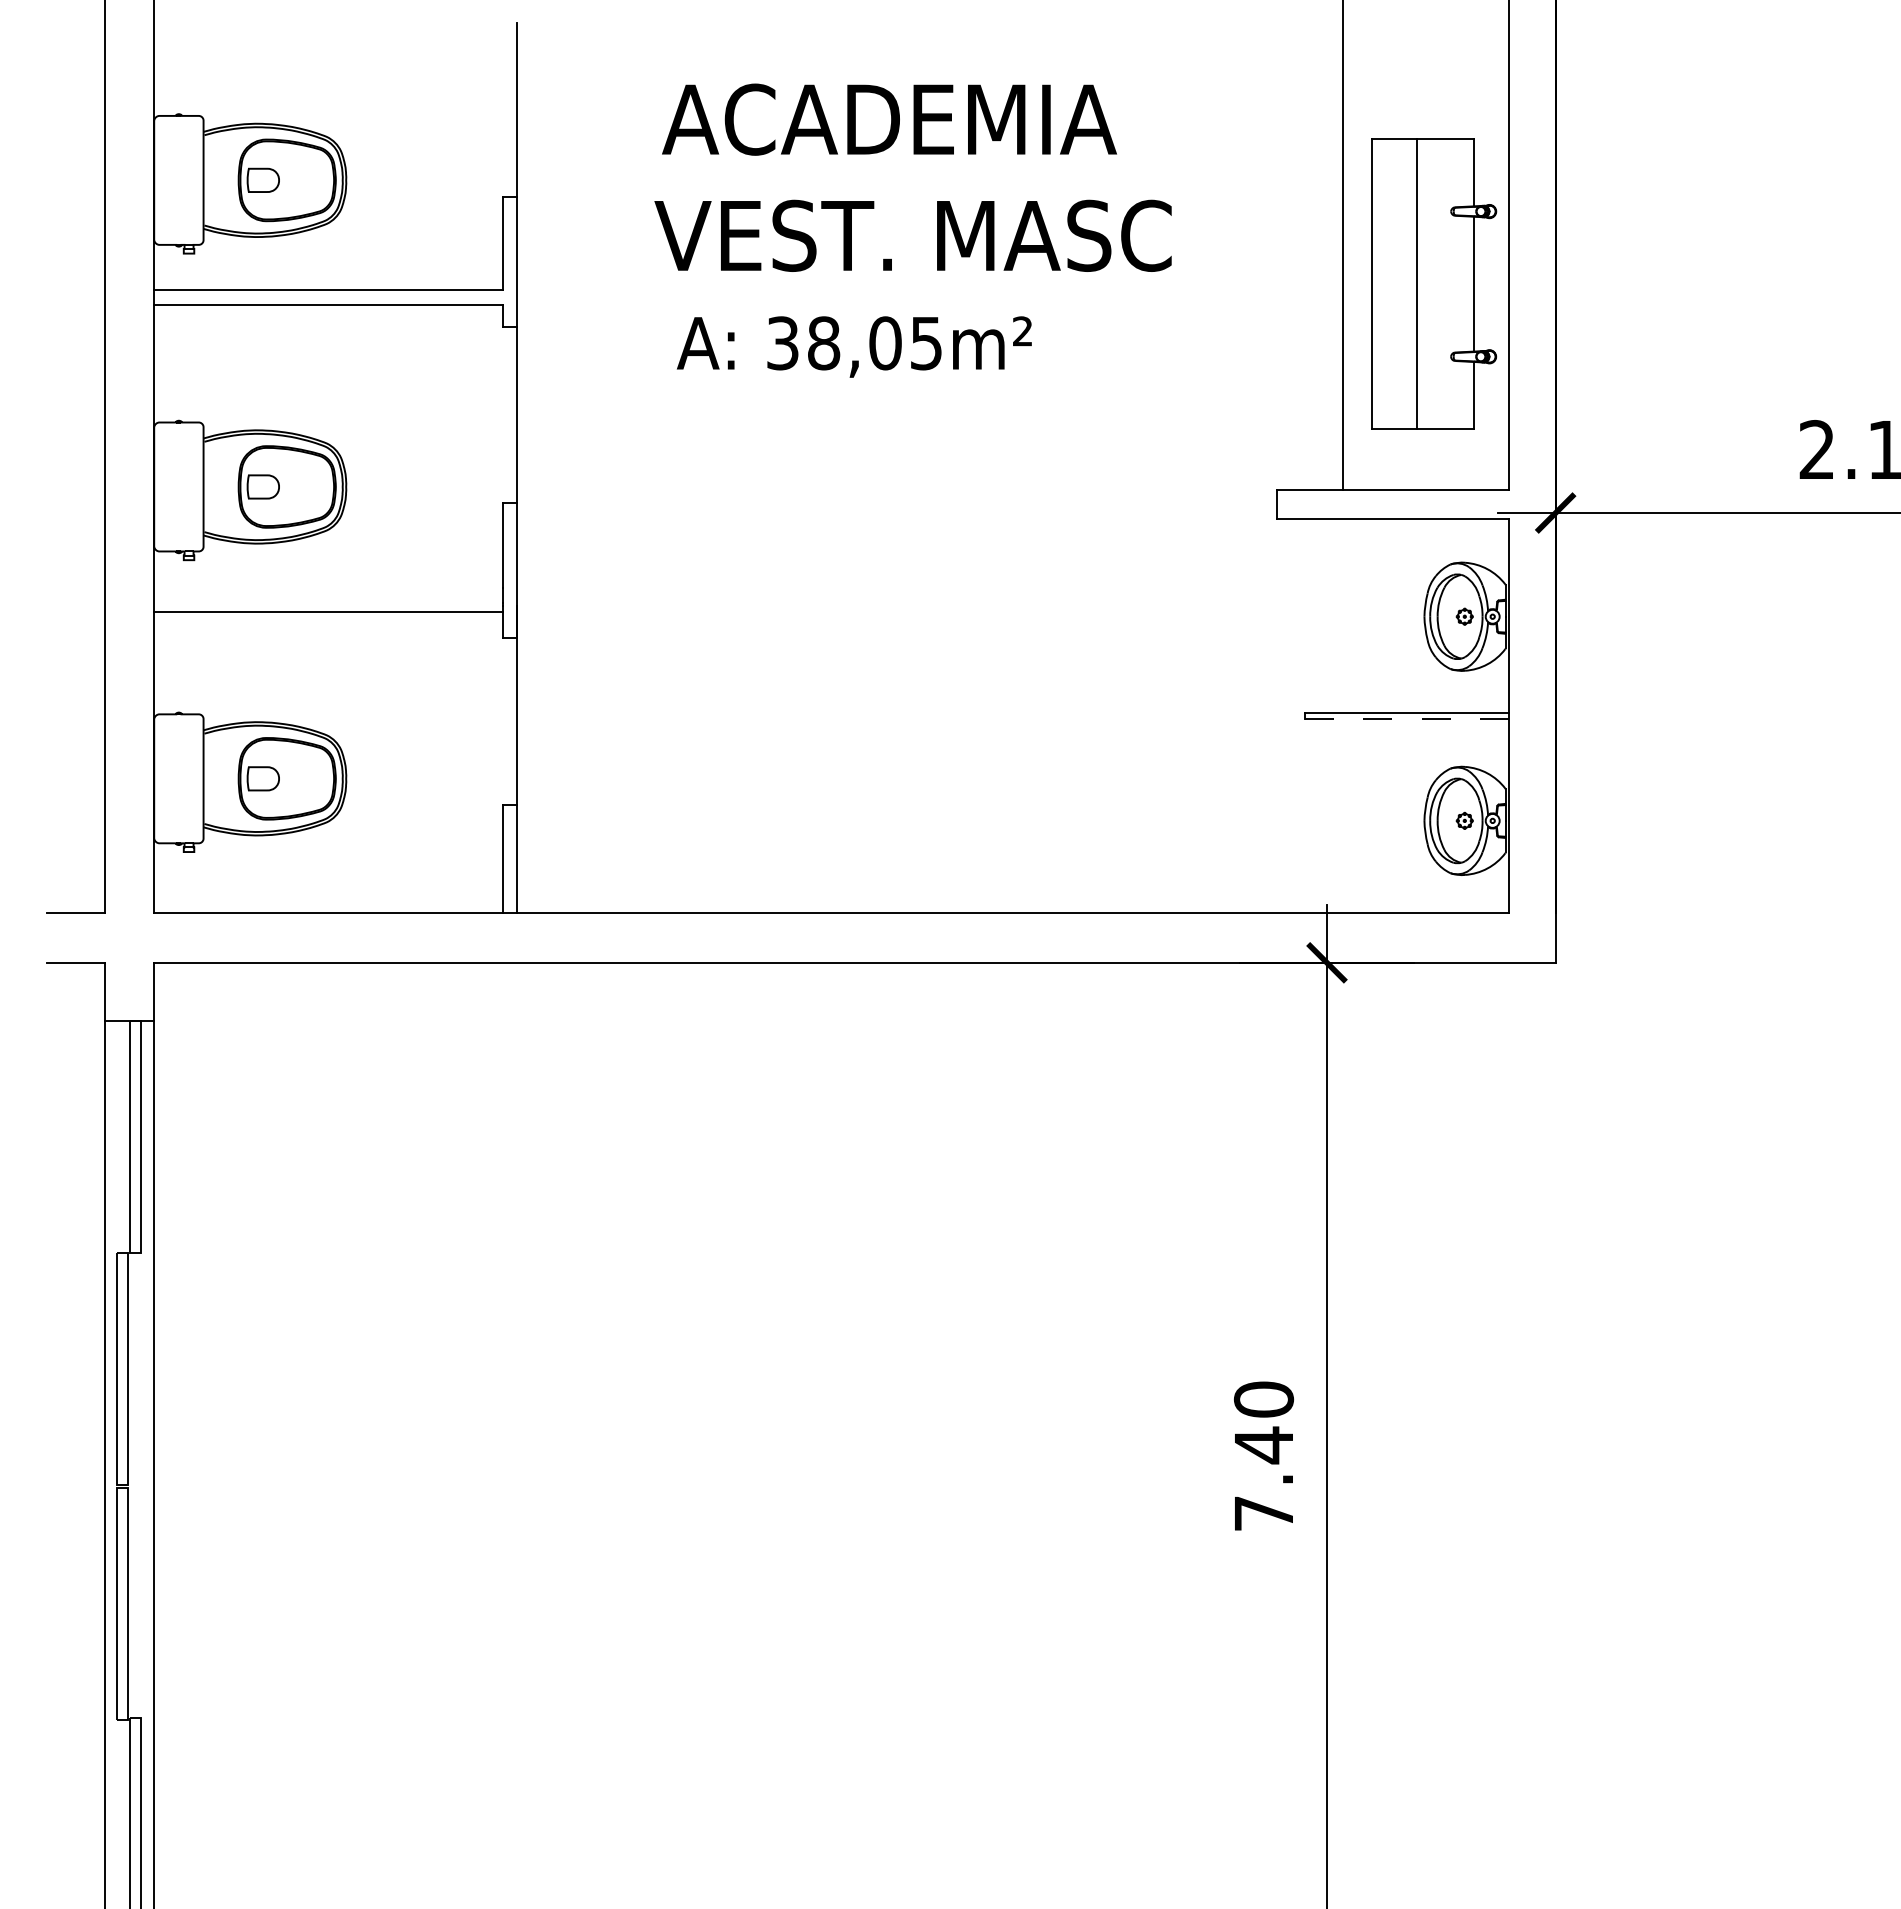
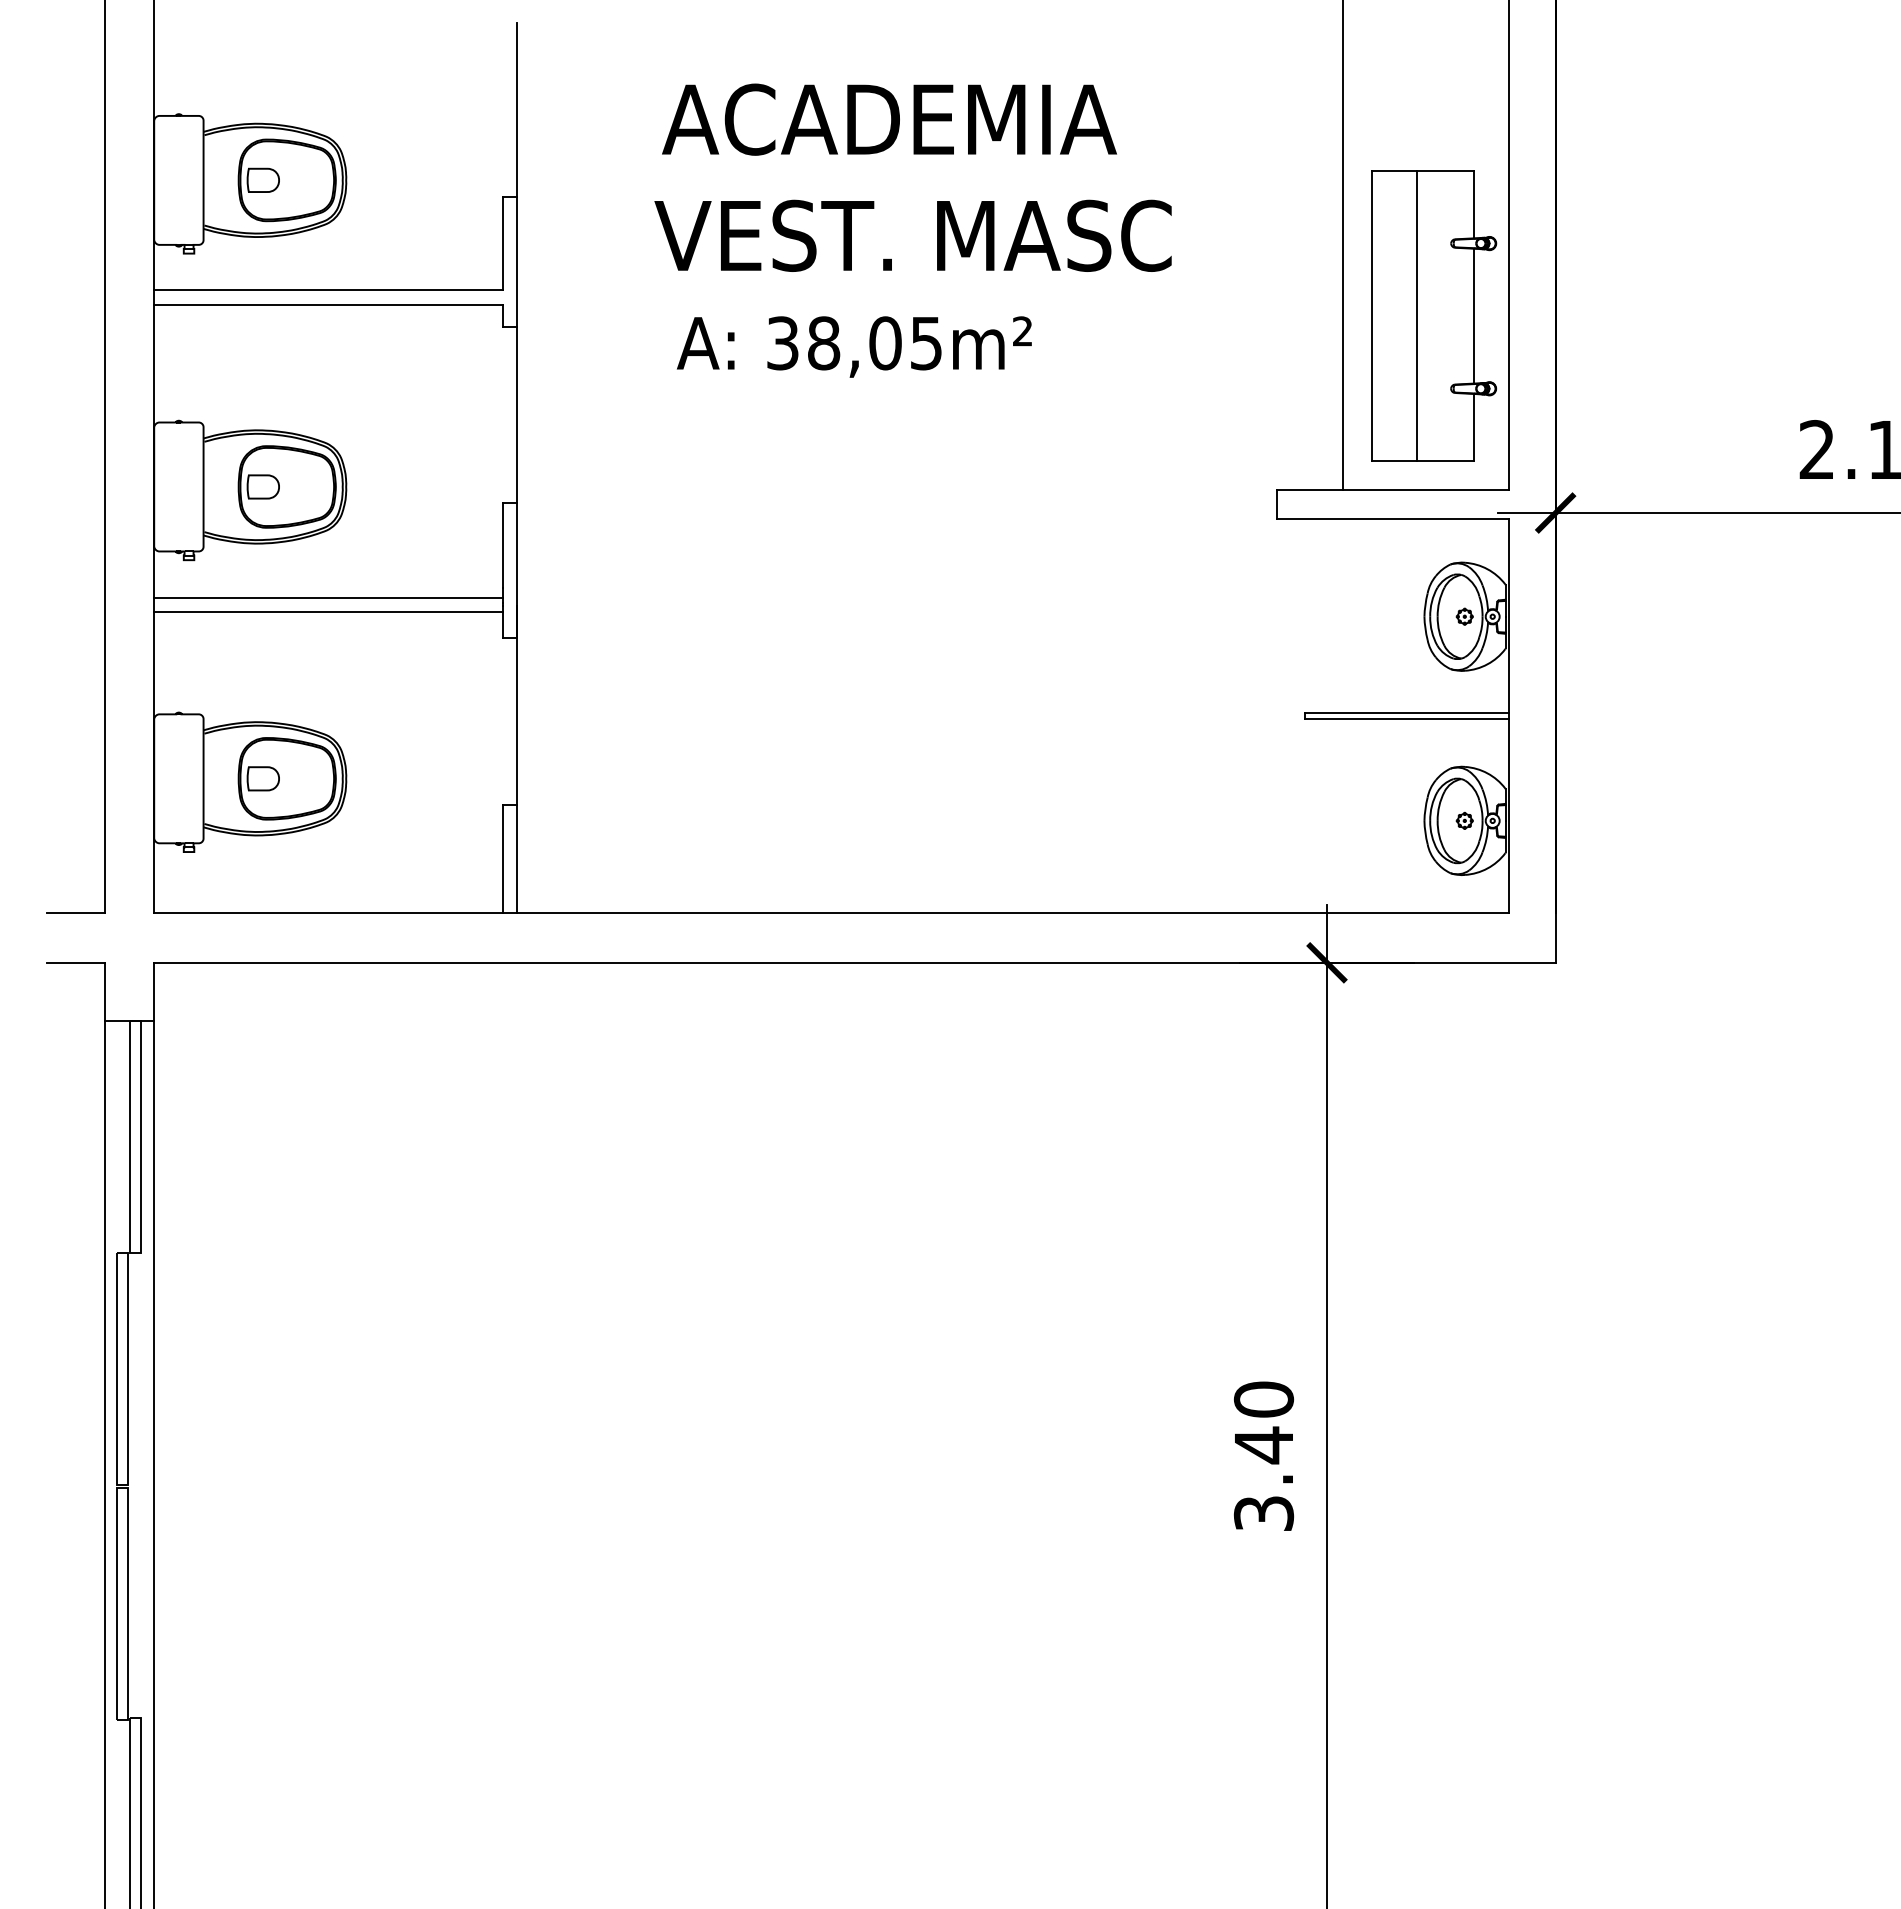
part at (1434, 283) position: (1434, 283) -> (1434, 315)
line at (328, 597): none -> present
line at (1407, 719): dashed -> solid
text at (1263, 1513): 7.40 -> 3.40
